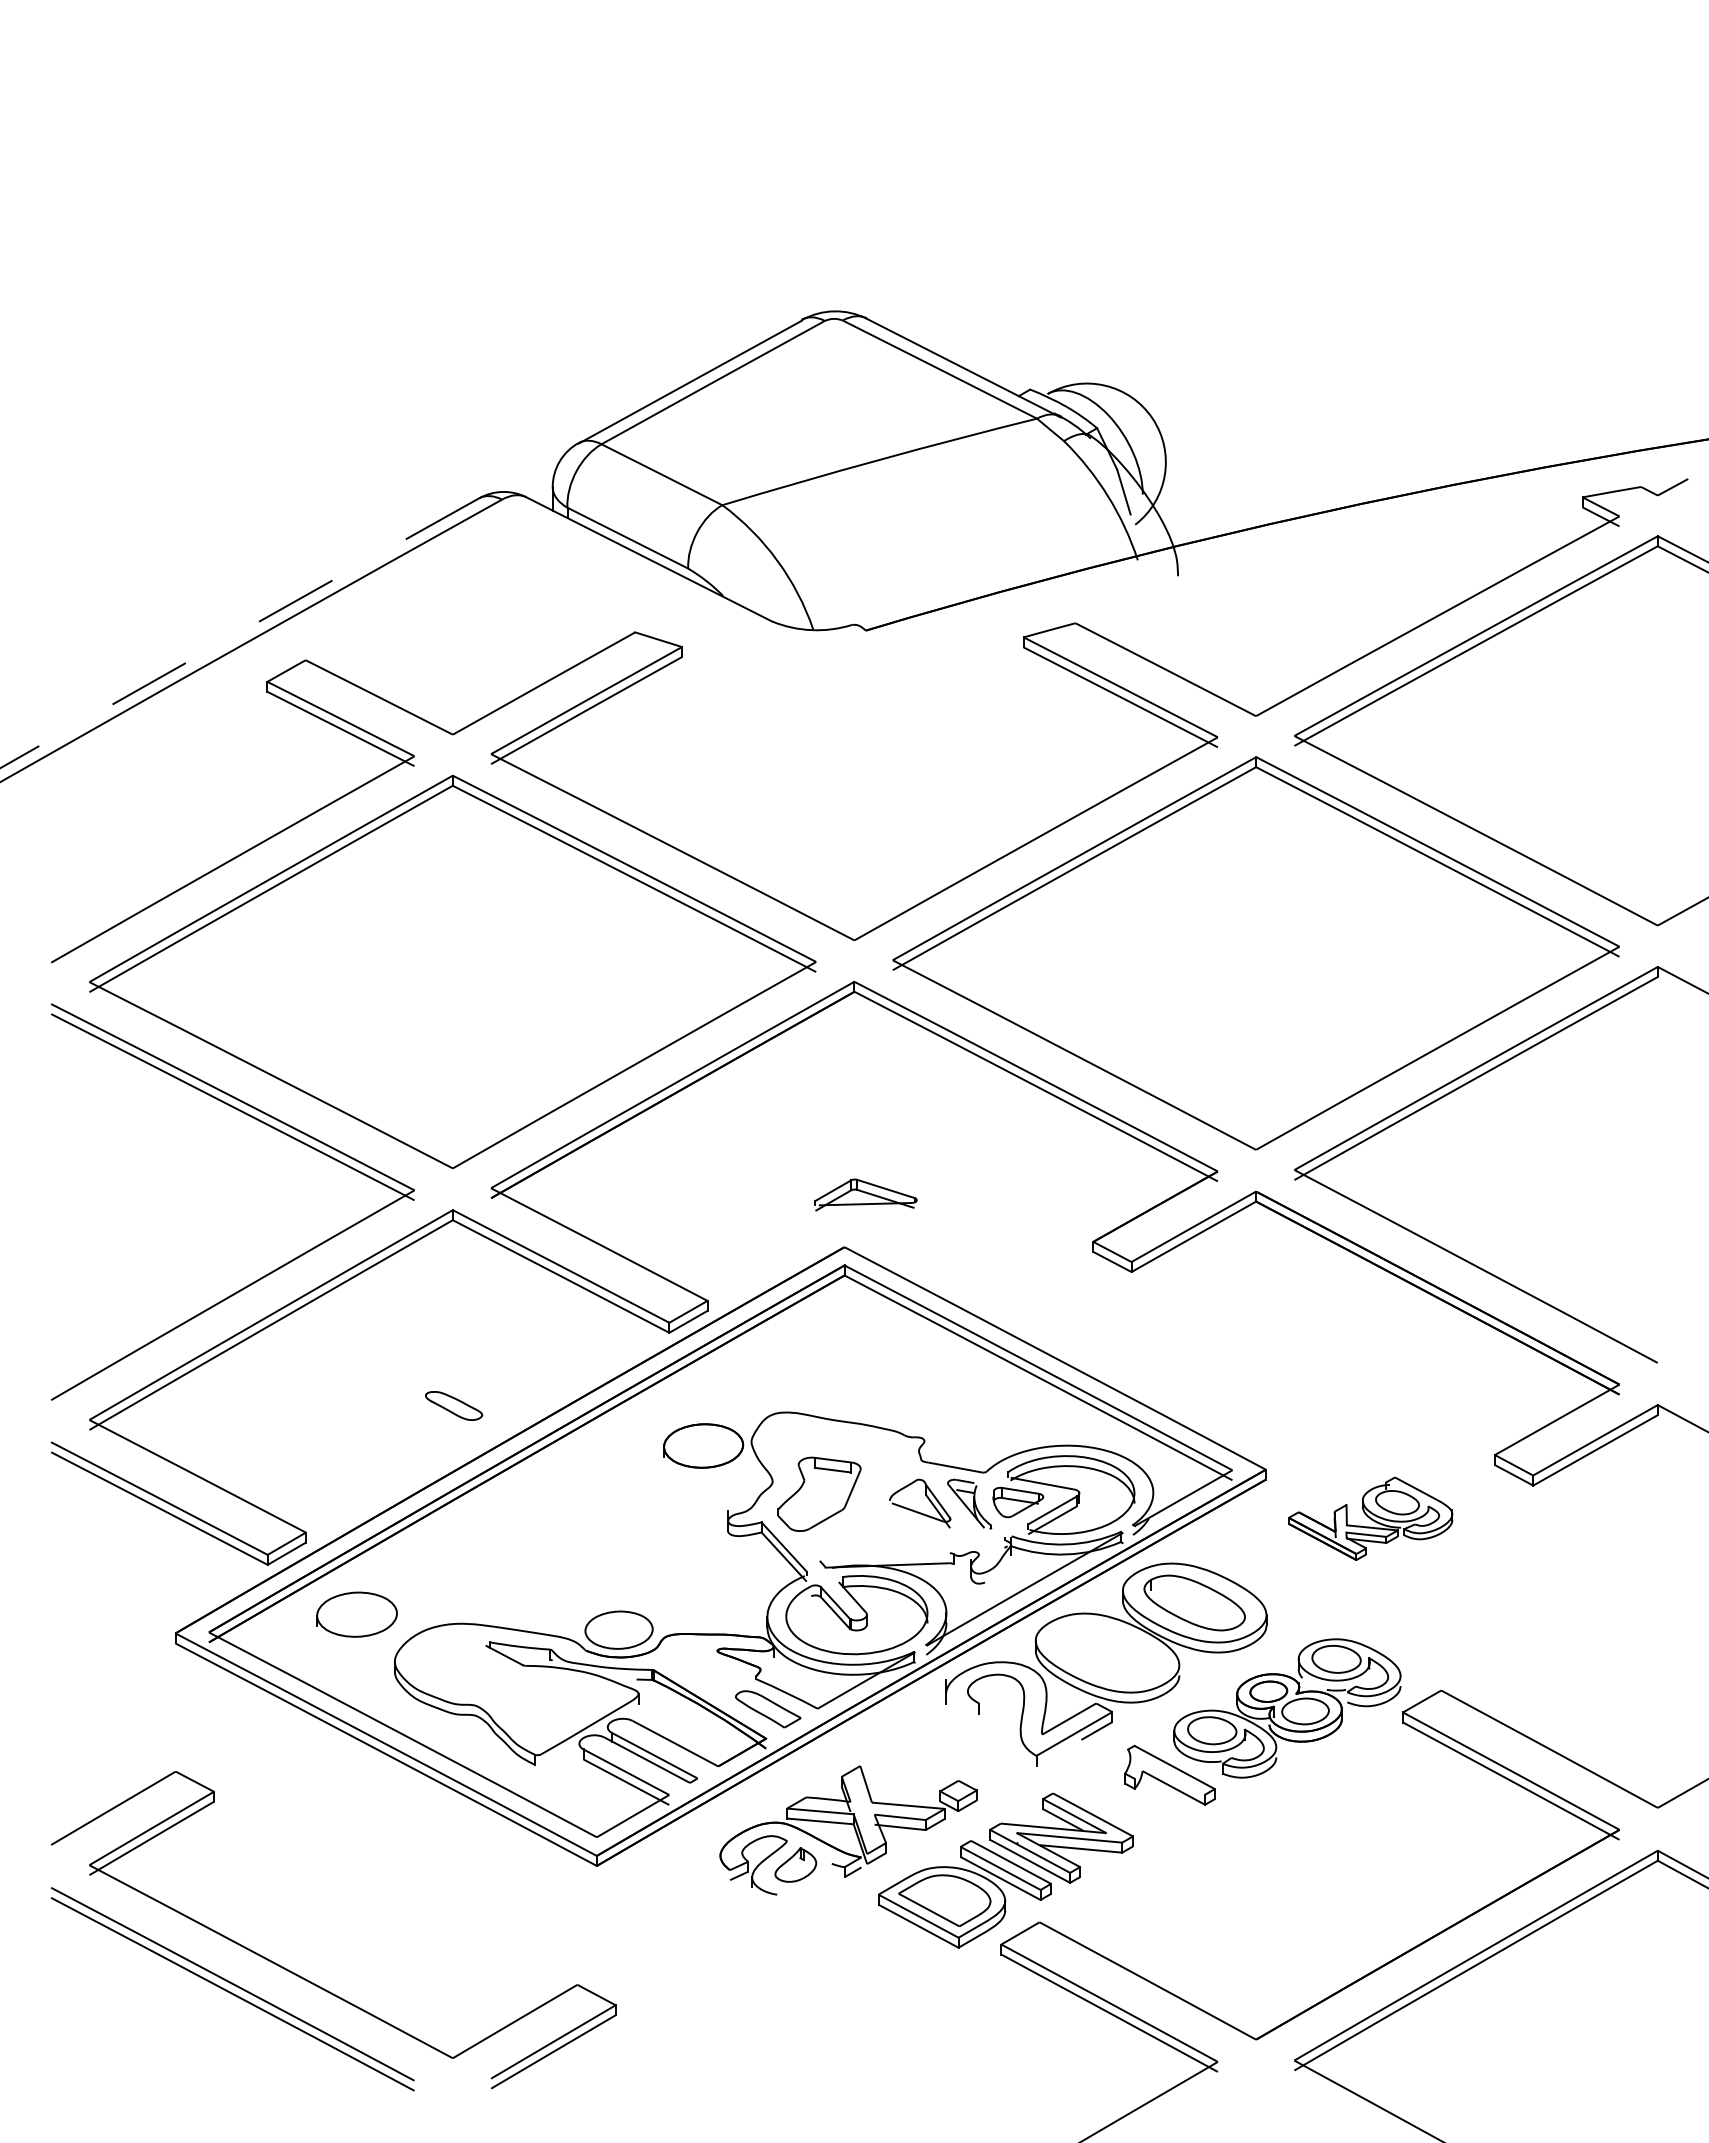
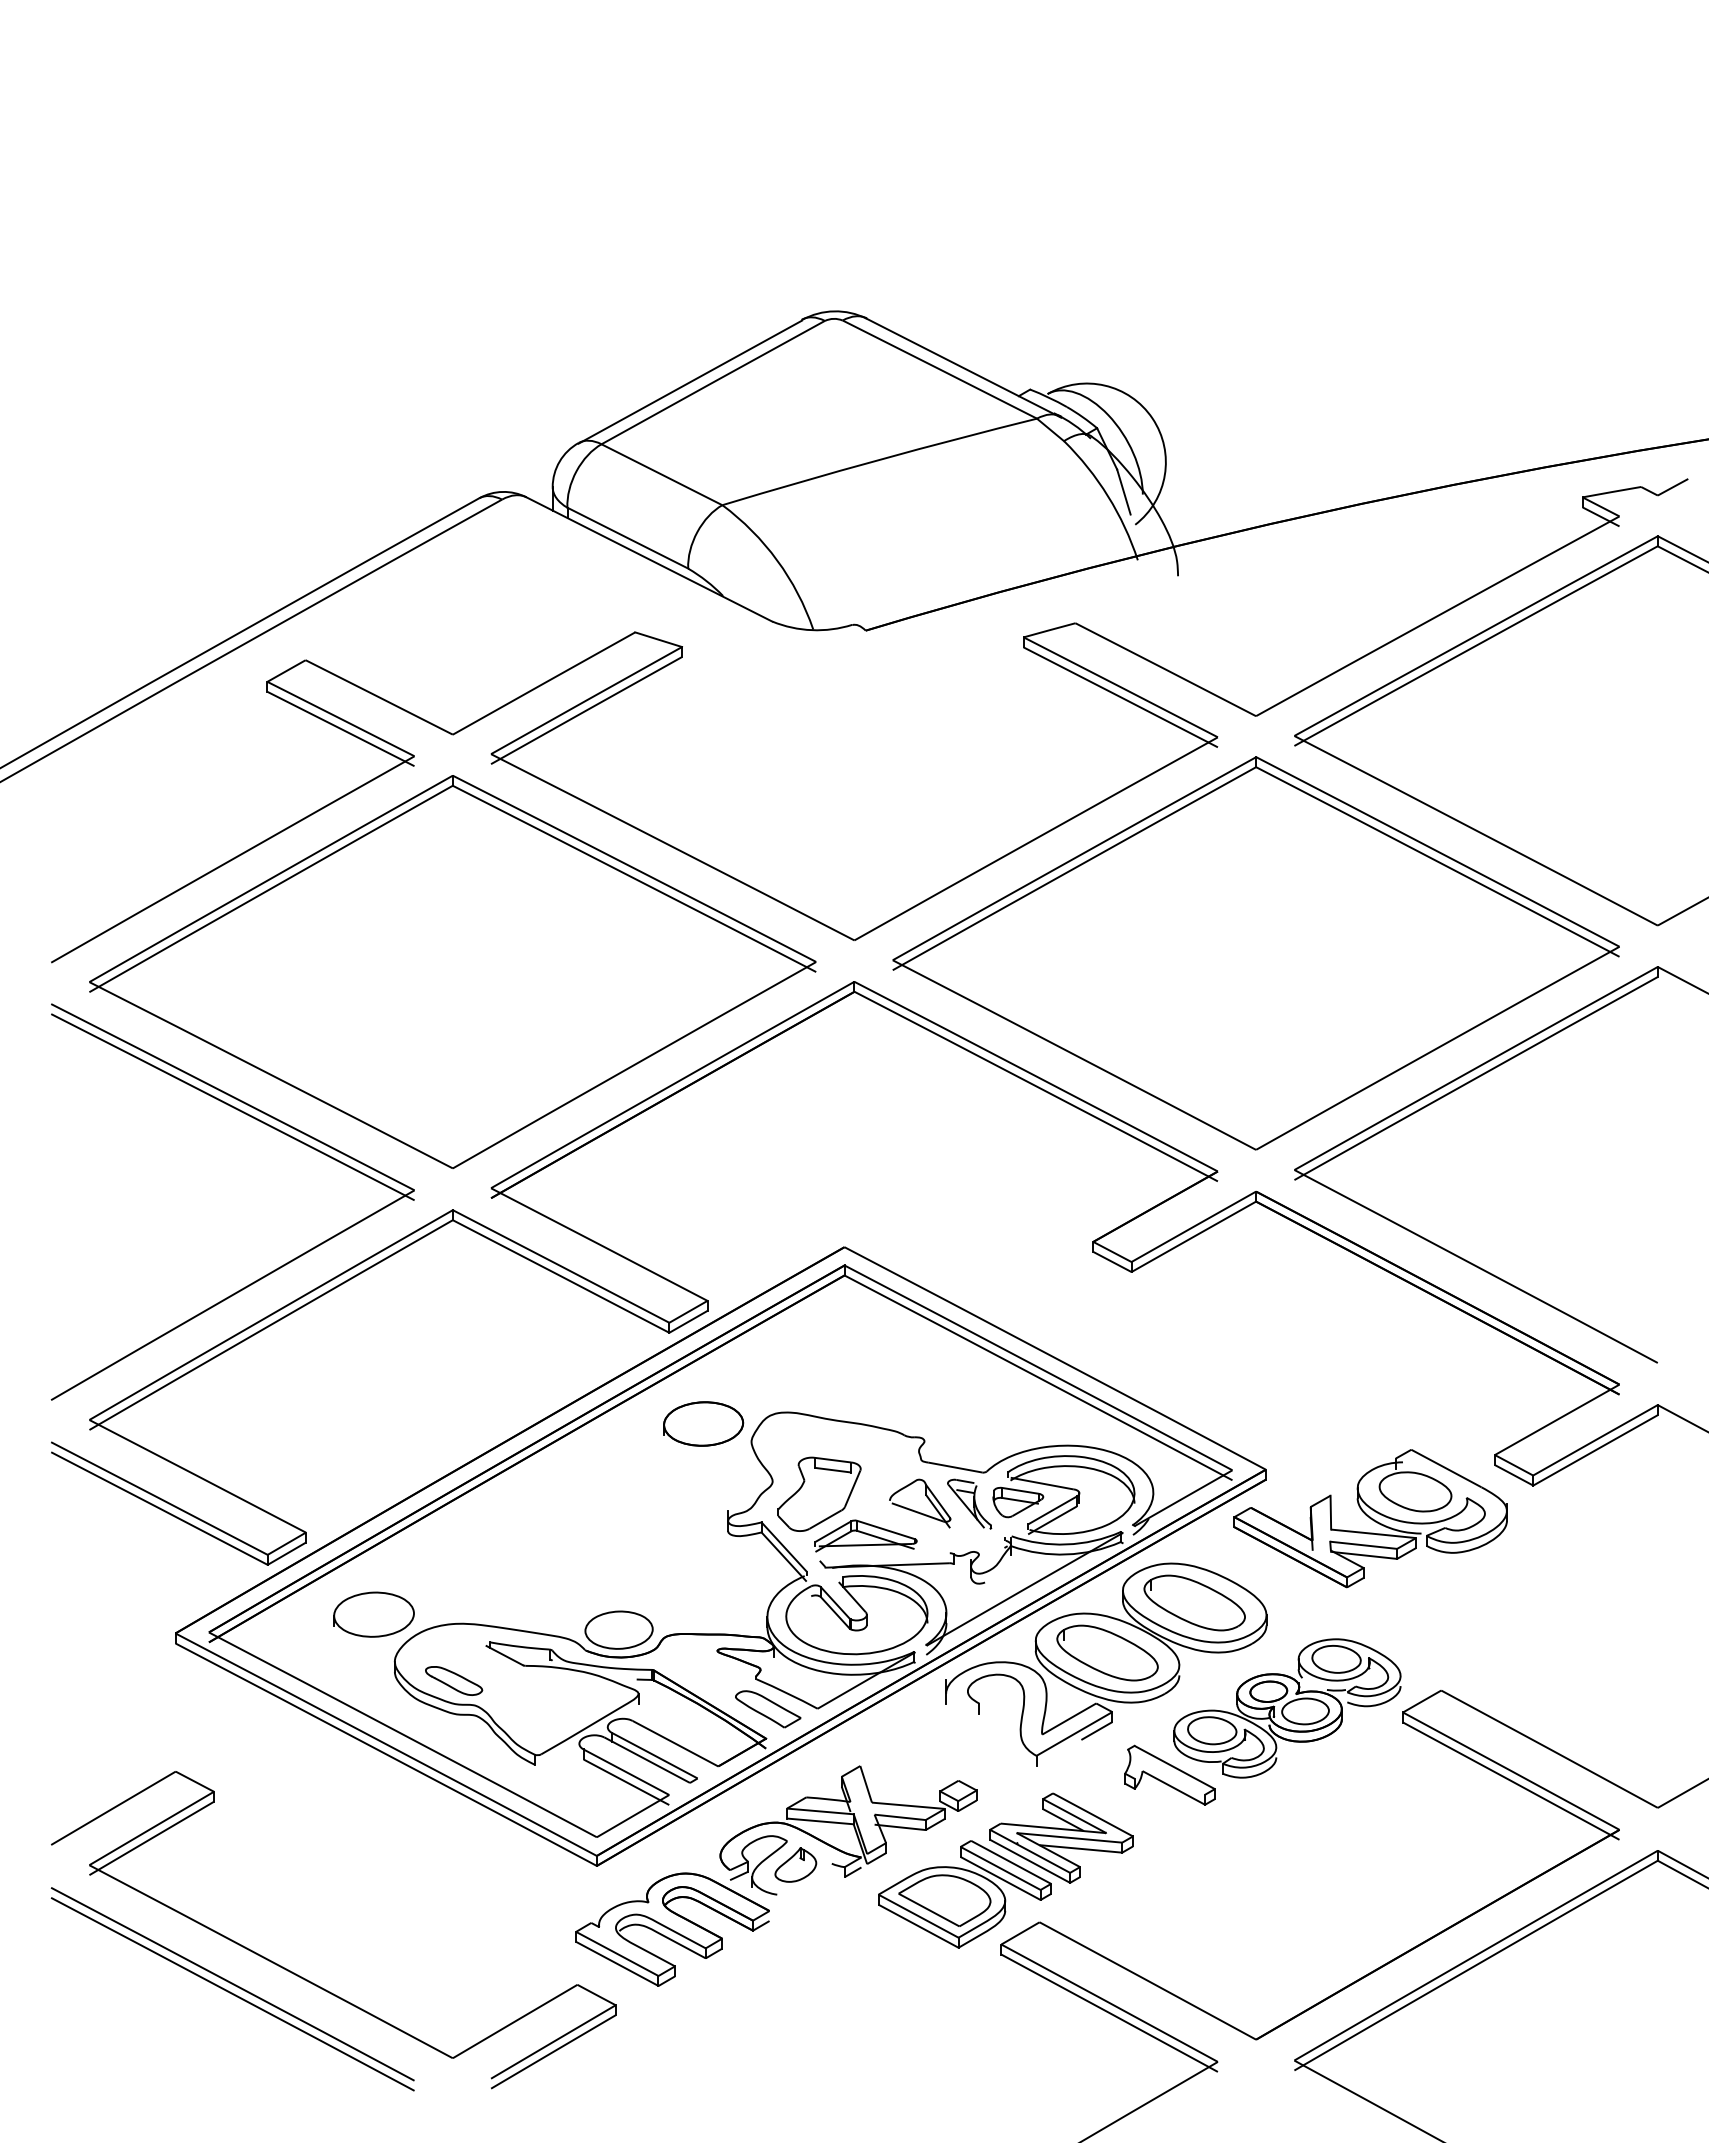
arc at (239, 632): dashed -> solid
part at (865, 1194) position: (865, 1194) -> (865, 1535)
part at (454, 1405) position: (454, 1405) -> (454, 1680)
part at (703, 1445) position: (703, 1445) -> (703, 1423)
part at (1370, 1518) size: 166x85 px -> 275x140 px
part at (356, 1614) position: (356, 1614) -> (373, 1614)
part at (1107, 1652): none -> present
part at (672, 1929): none -> present
